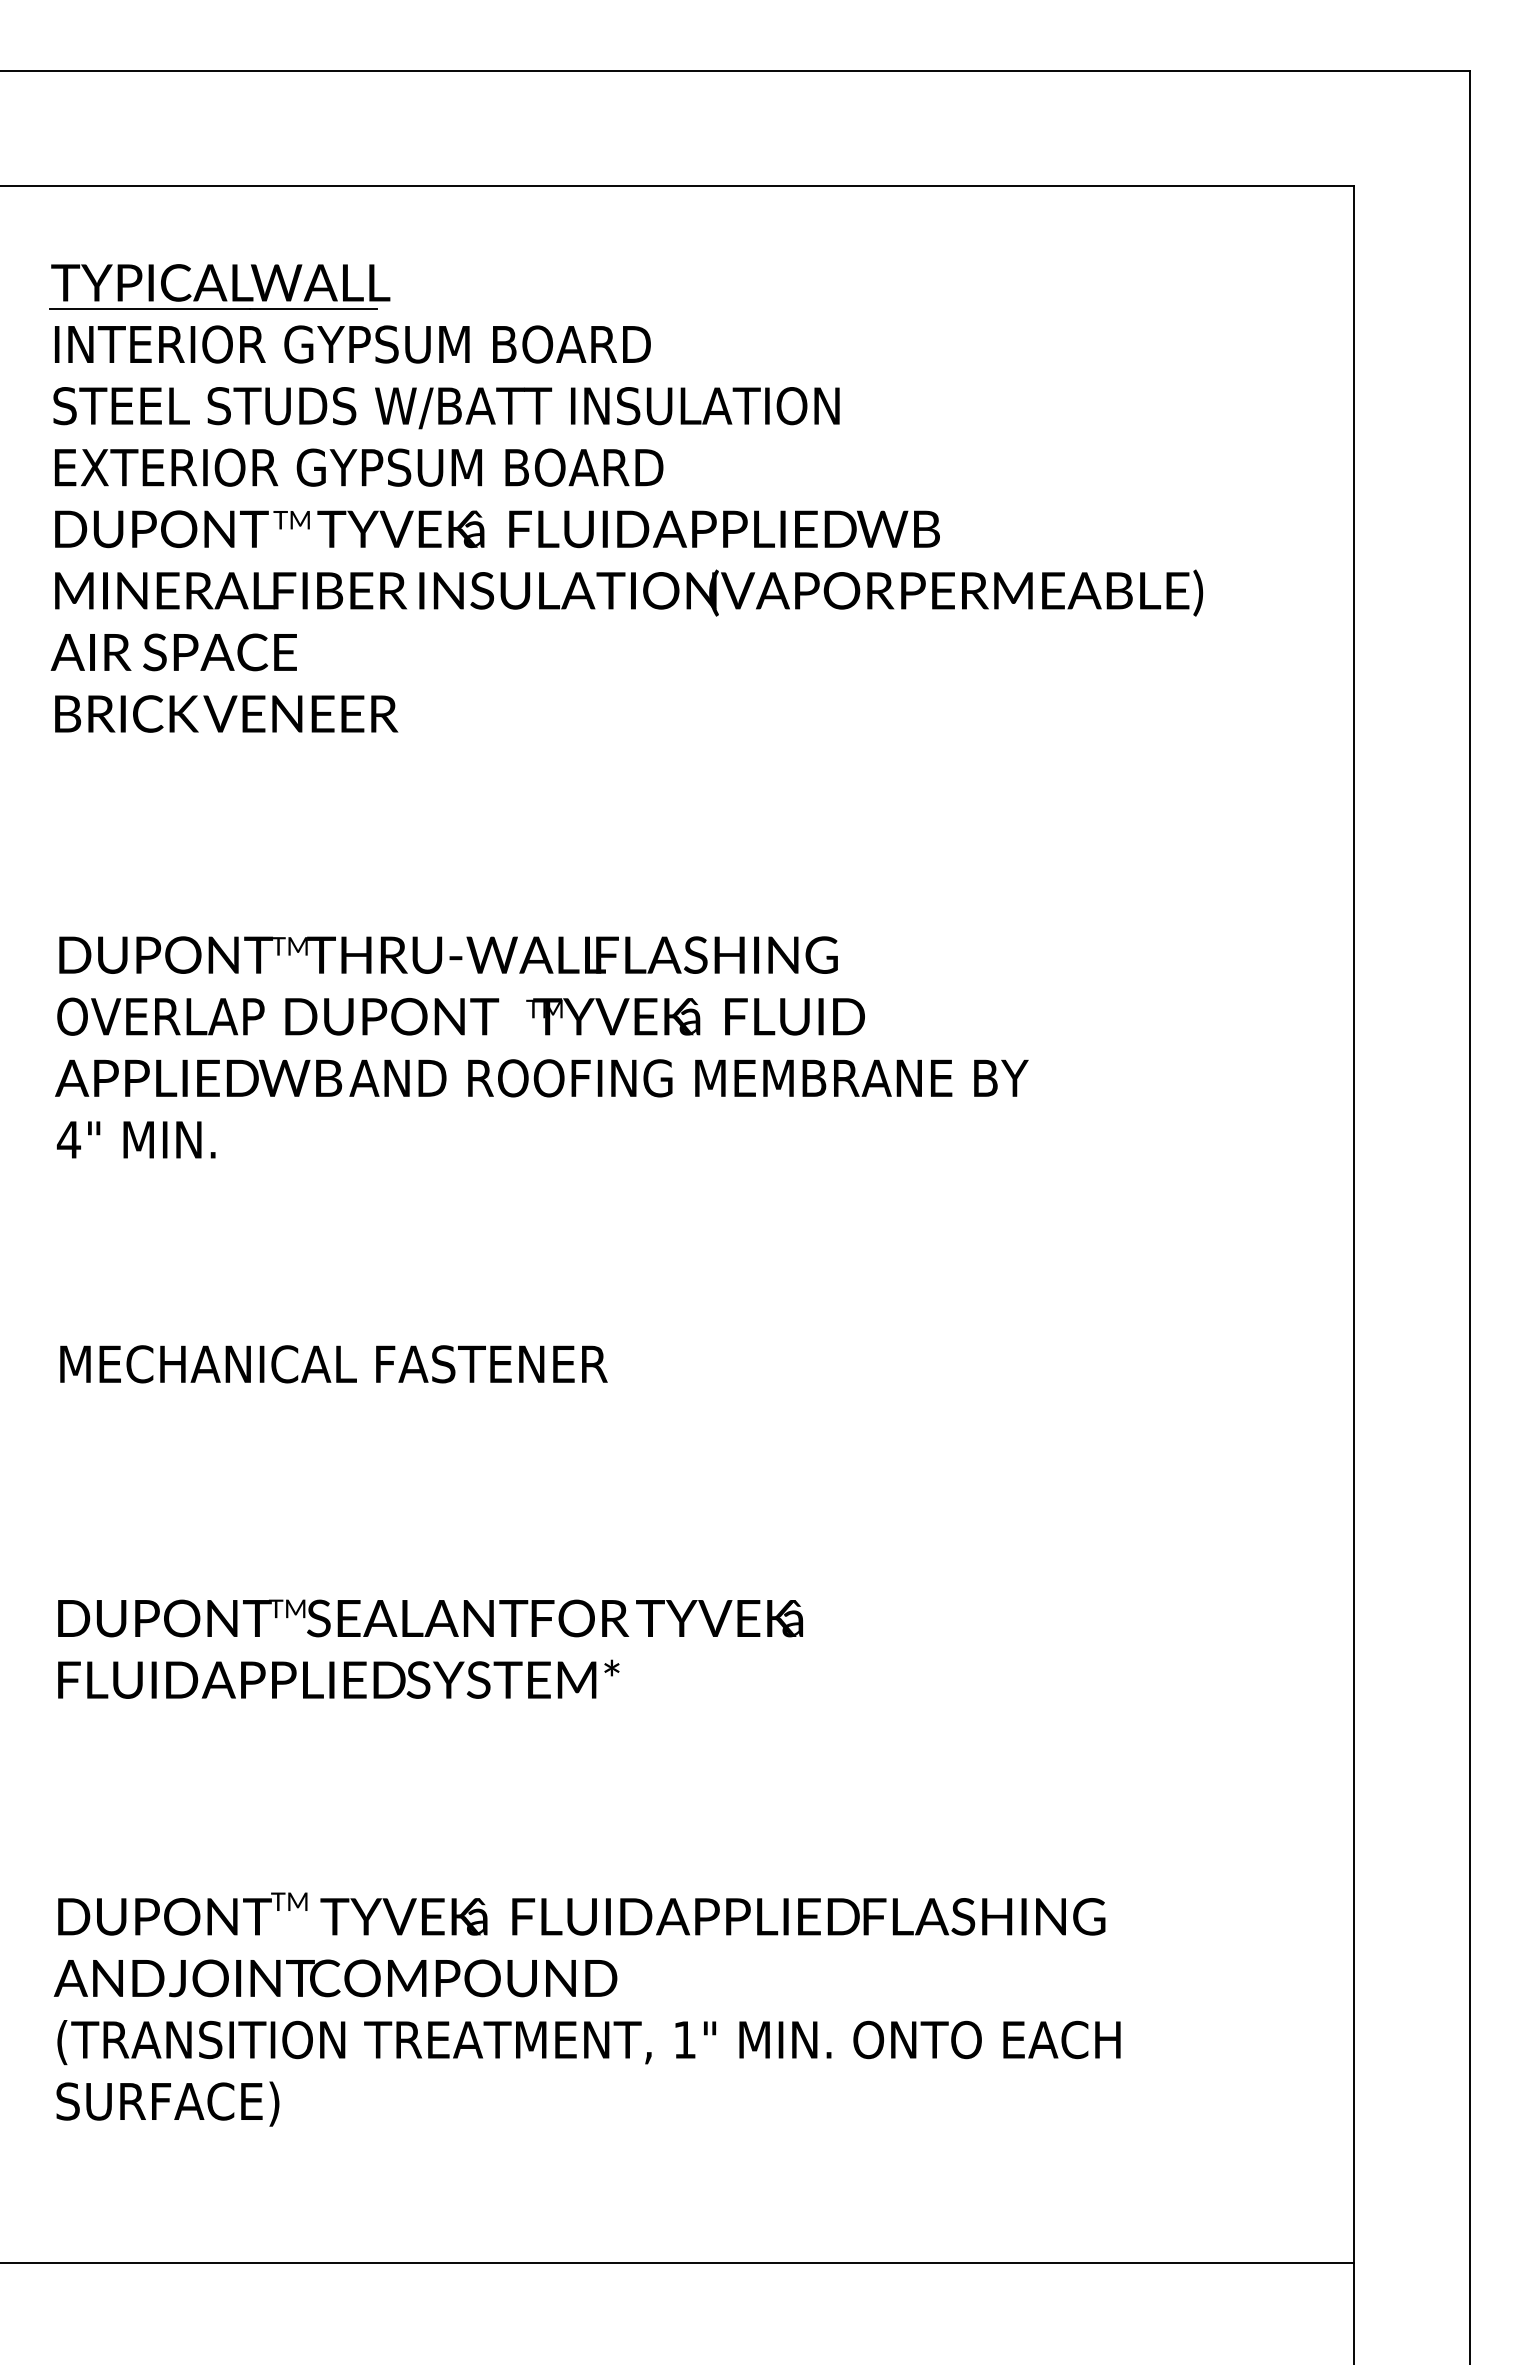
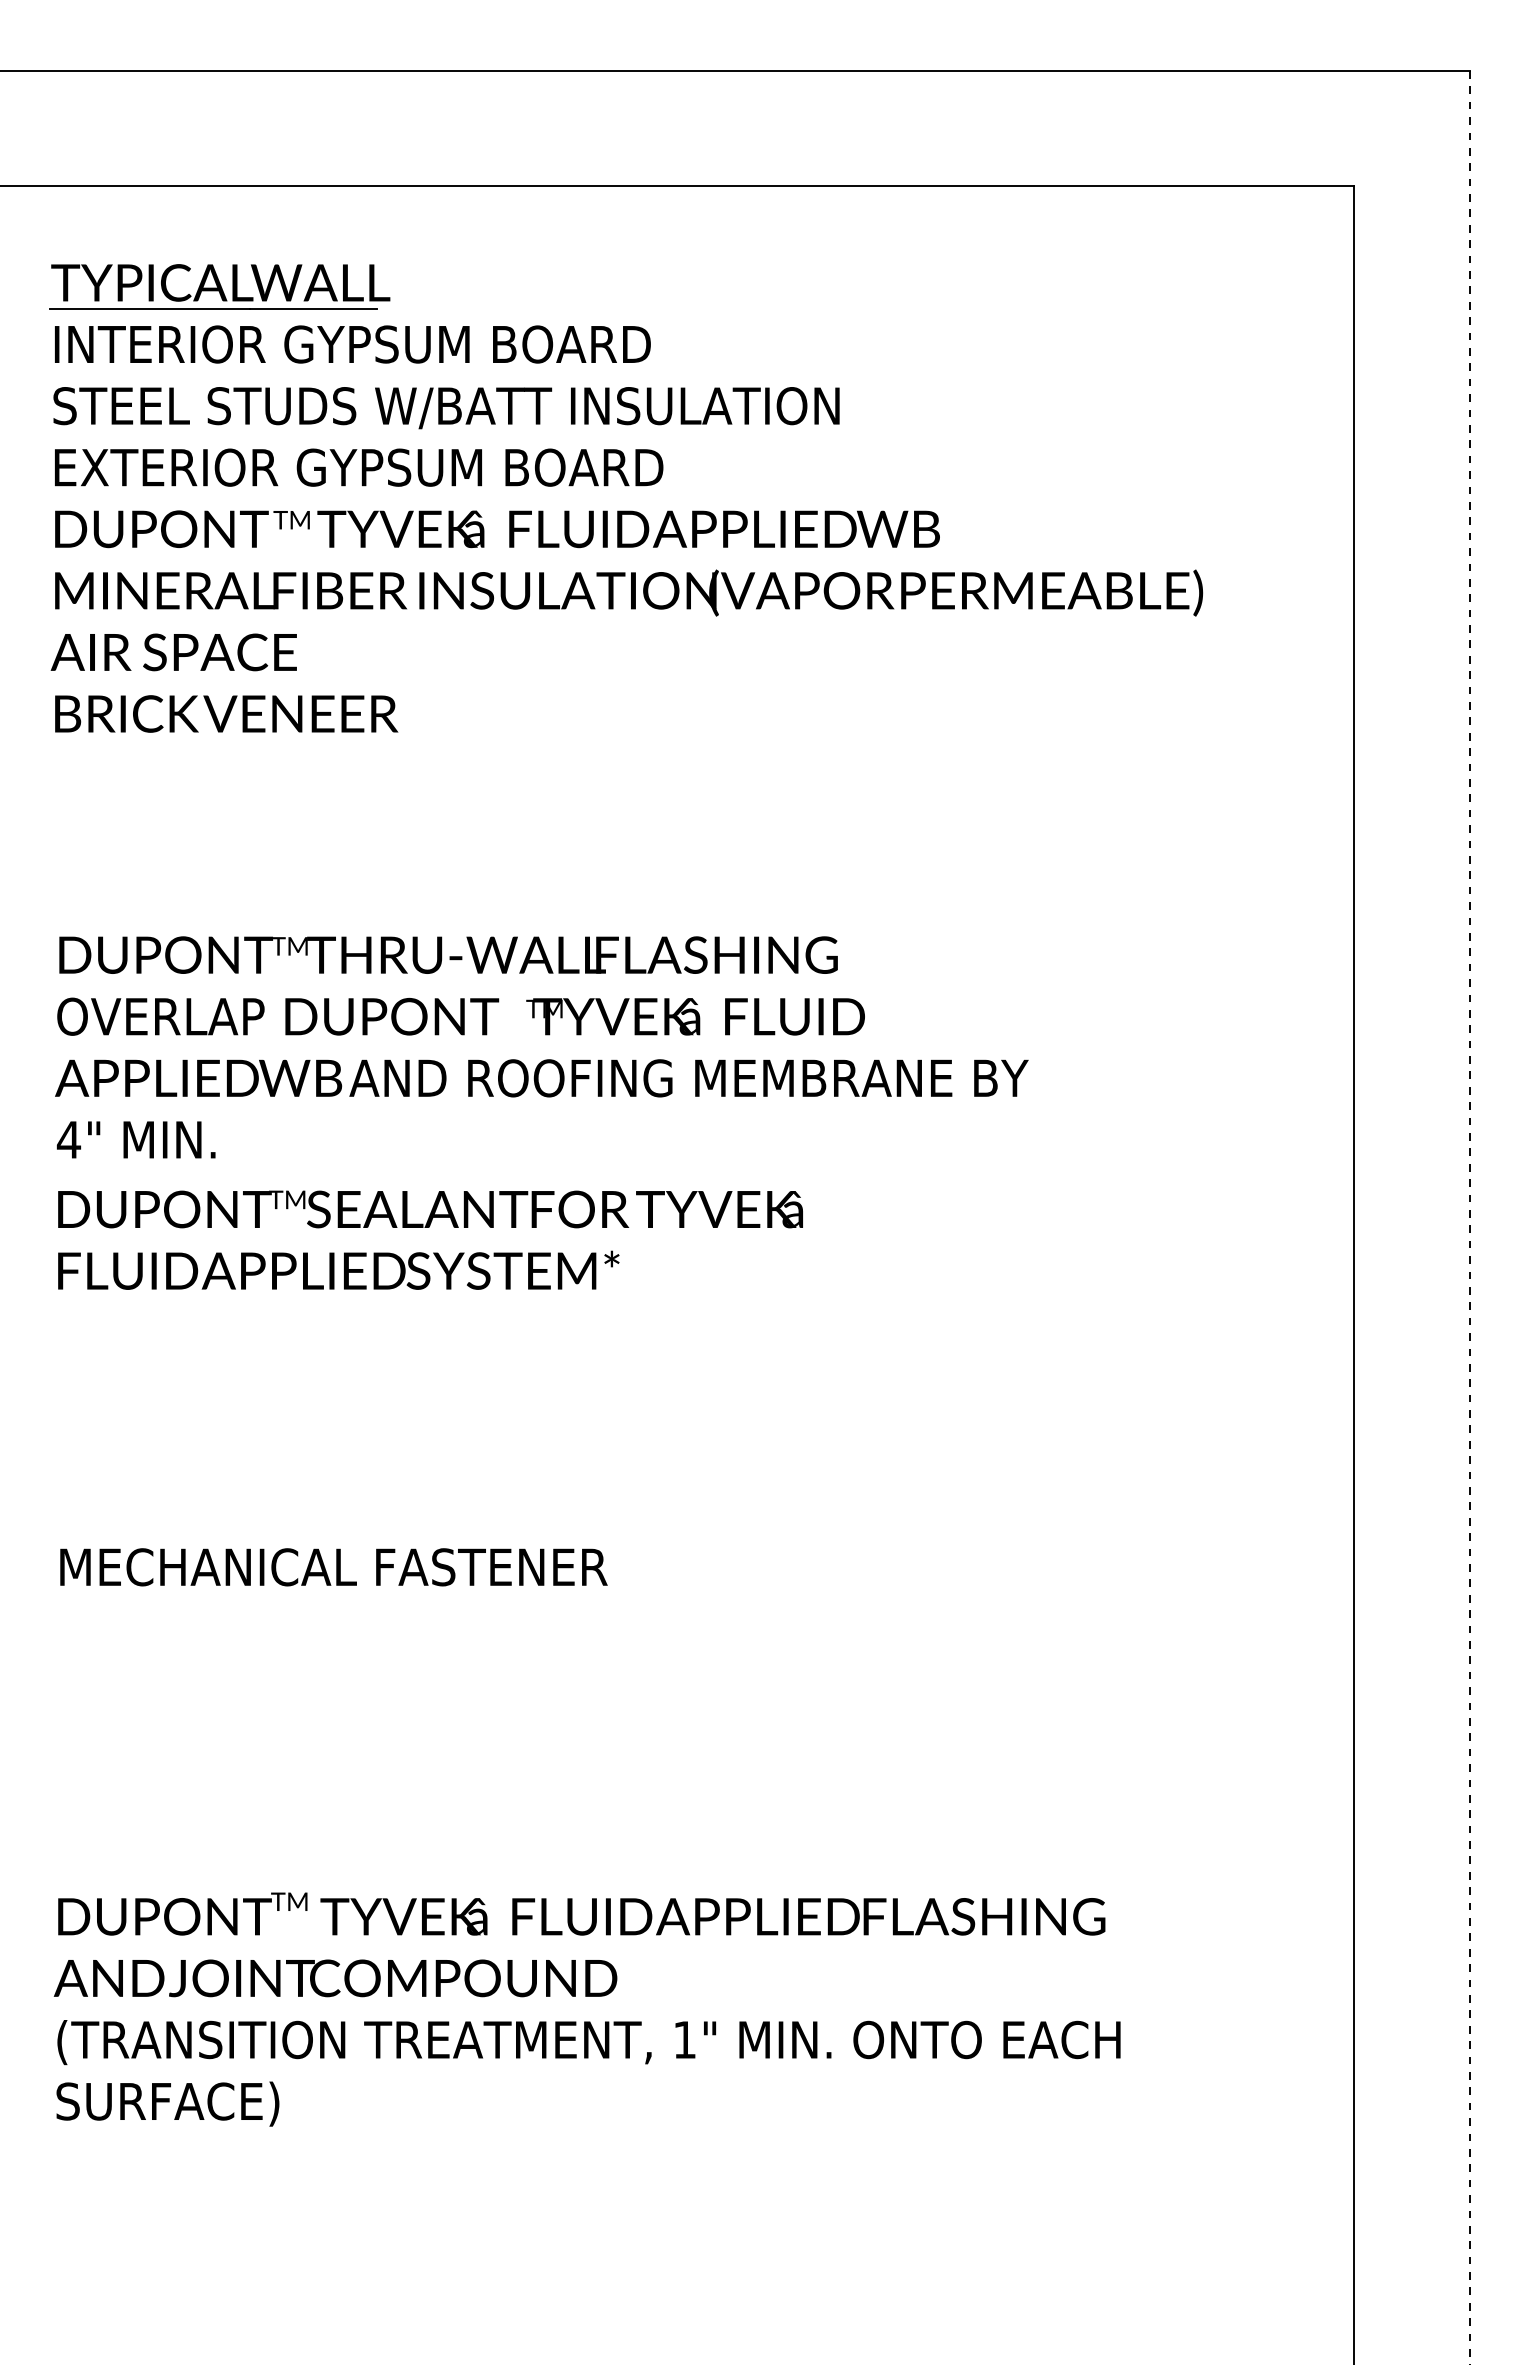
line at (1469, 1217): solid -> dashed
text at (333, 1364) position: (333, 1364) -> (333, 1567)
text at (430, 1648) position: (430, 1648) -> (430, 1239)
line at (678, 2263): present -> none
